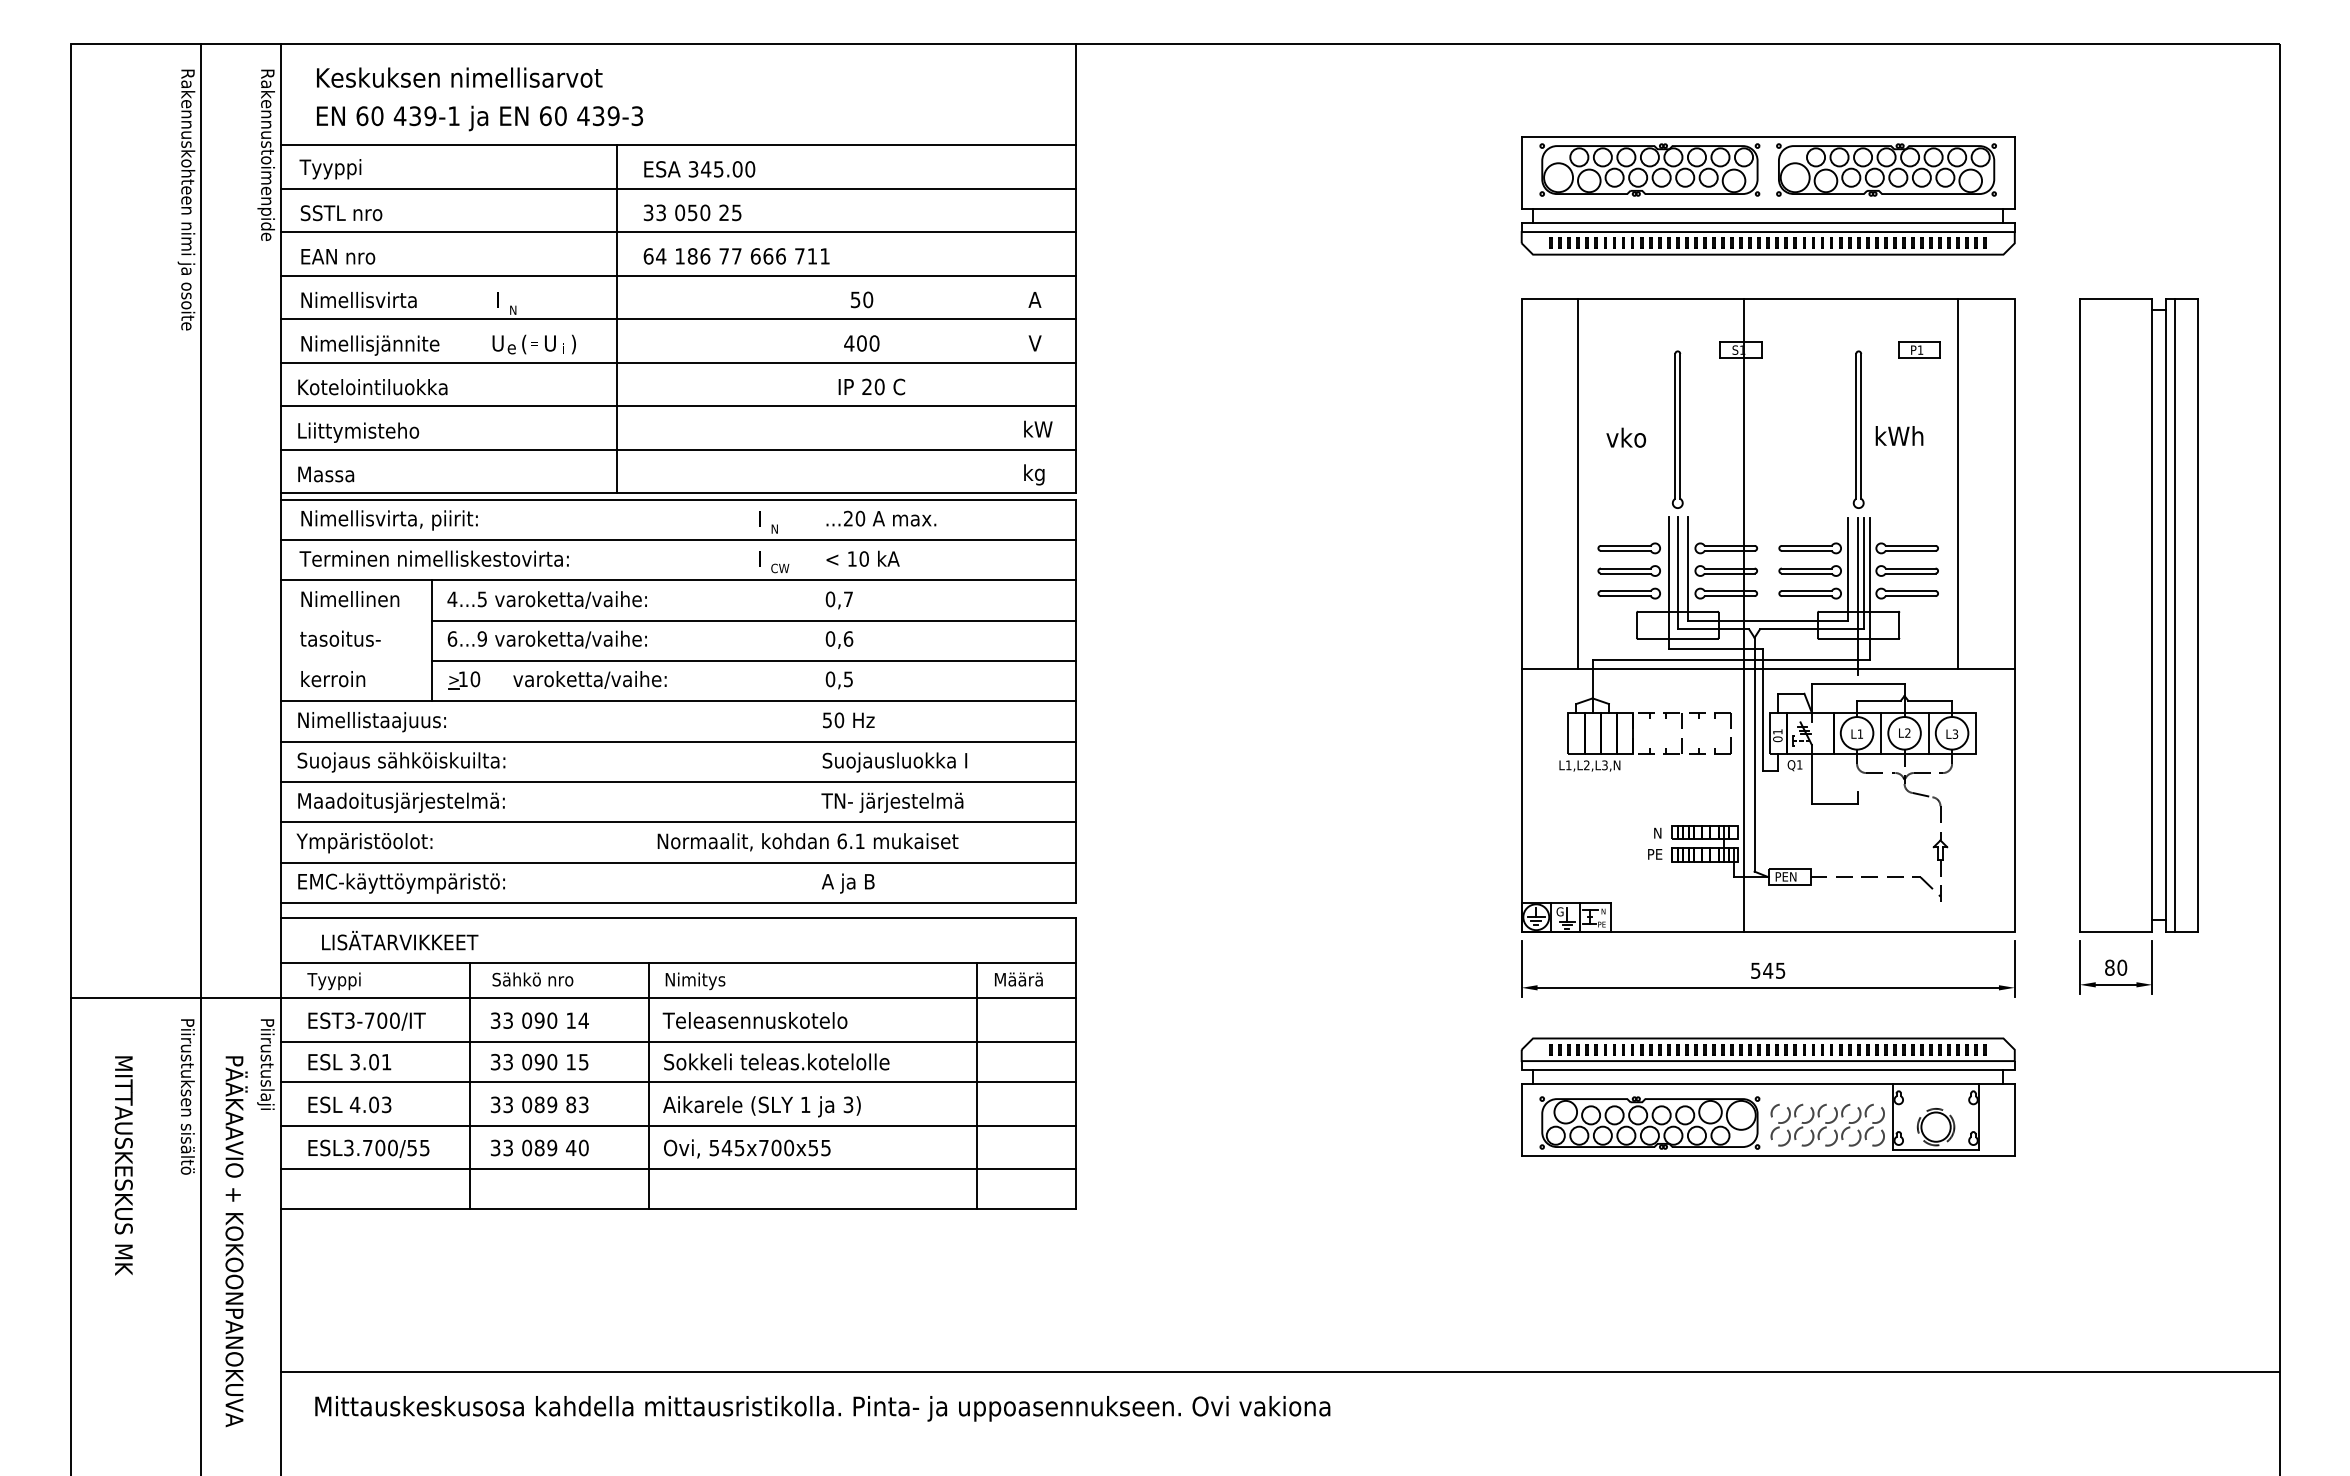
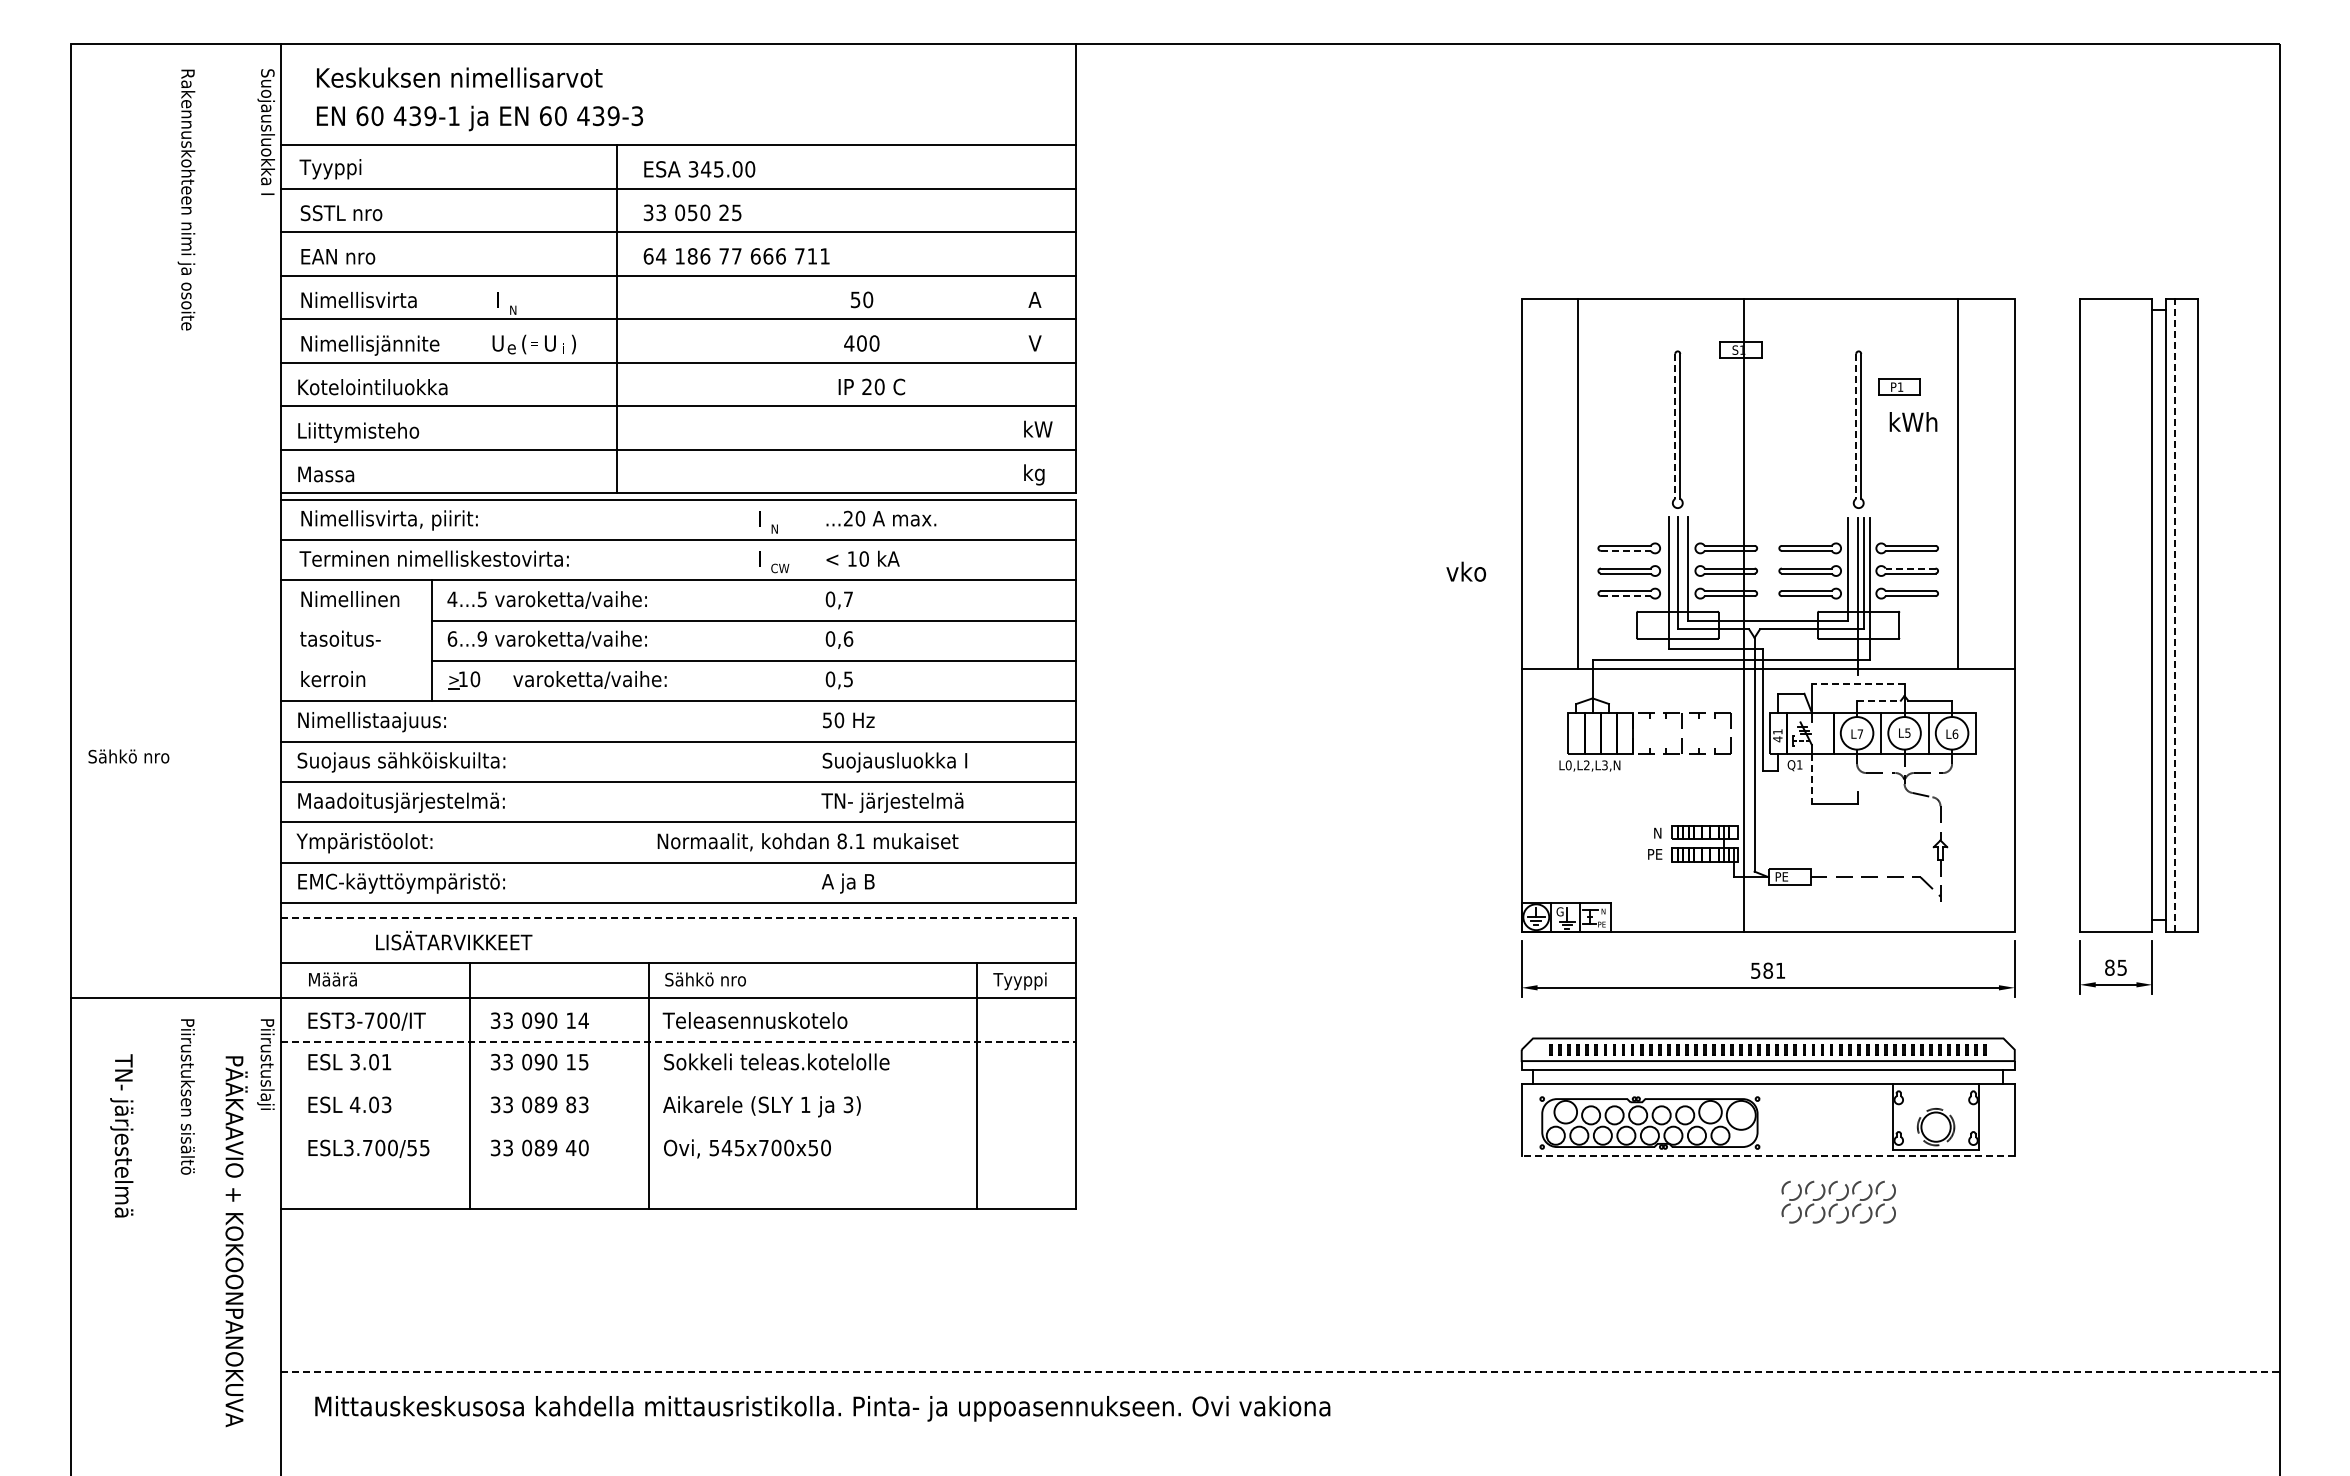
text at (265, 154): Rakennustoimenpide -> Suojausluokka I
part at (1767, 195): present -> none
part at (1919, 349) position: (1919, 349) -> (1899, 386)
line at (1675, 426): solid -> dashed
line at (1856, 426): solid -> dashed
text at (1899, 435) position: (1899, 435) -> (1913, 421)
text at (1626, 437) position: (1626, 437) -> (1466, 571)
line at (1626, 550): solid -> dashed
line at (1910, 568): solid -> dashed
line at (1626, 596): solid -> dashed
line at (2174, 615): solid -> dashed
line at (1857, 684): solid -> dashed
line at (1878, 700): solid -> dashed
text at (1907, 732): L2 -> L5
text at (1860, 733): L1 -> L7
text at (1955, 733): L3 -> L6
text at (1777, 739): 01 -> 41
line at (201, 758): present -> none
text at (1568, 765): L1,L2,L3,N -> L0,L2,L3,N
line at (1811, 779): solid -> dashed
text at (841, 840): 6.1 -> 8.1
text at (1793, 876): PEN -> PE
line at (678, 918): solid -> dashed
text at (400, 940) position: (400, 940) -> (454, 940)
text at (2122, 967): 80 -> 85
text at (1774, 970): 545 -> 581
text at (532, 979) position: (532, 979) -> (128, 756)
text at (333, 981): Tyyppi -> Määrä
text at (705, 981): Nimitys -> Sähkö nro
text at (1019, 981): Määrä -> Tyyppi
line at (678, 1041): solid -> dashed
line at (677, 1081): present -> none
part at (1827, 1124) position: (1827, 1124) -> (1838, 1201)
line at (677, 1125): present -> none
text at (825, 1147): 545x700x55 -> 545x700x50
line at (1768, 1156): solid -> dashed
text at (121, 1164): MITTAUSKESKUS MK -> TN- järjestelmä
line at (677, 1169): present -> none
line at (1280, 1372): solid -> dashed
